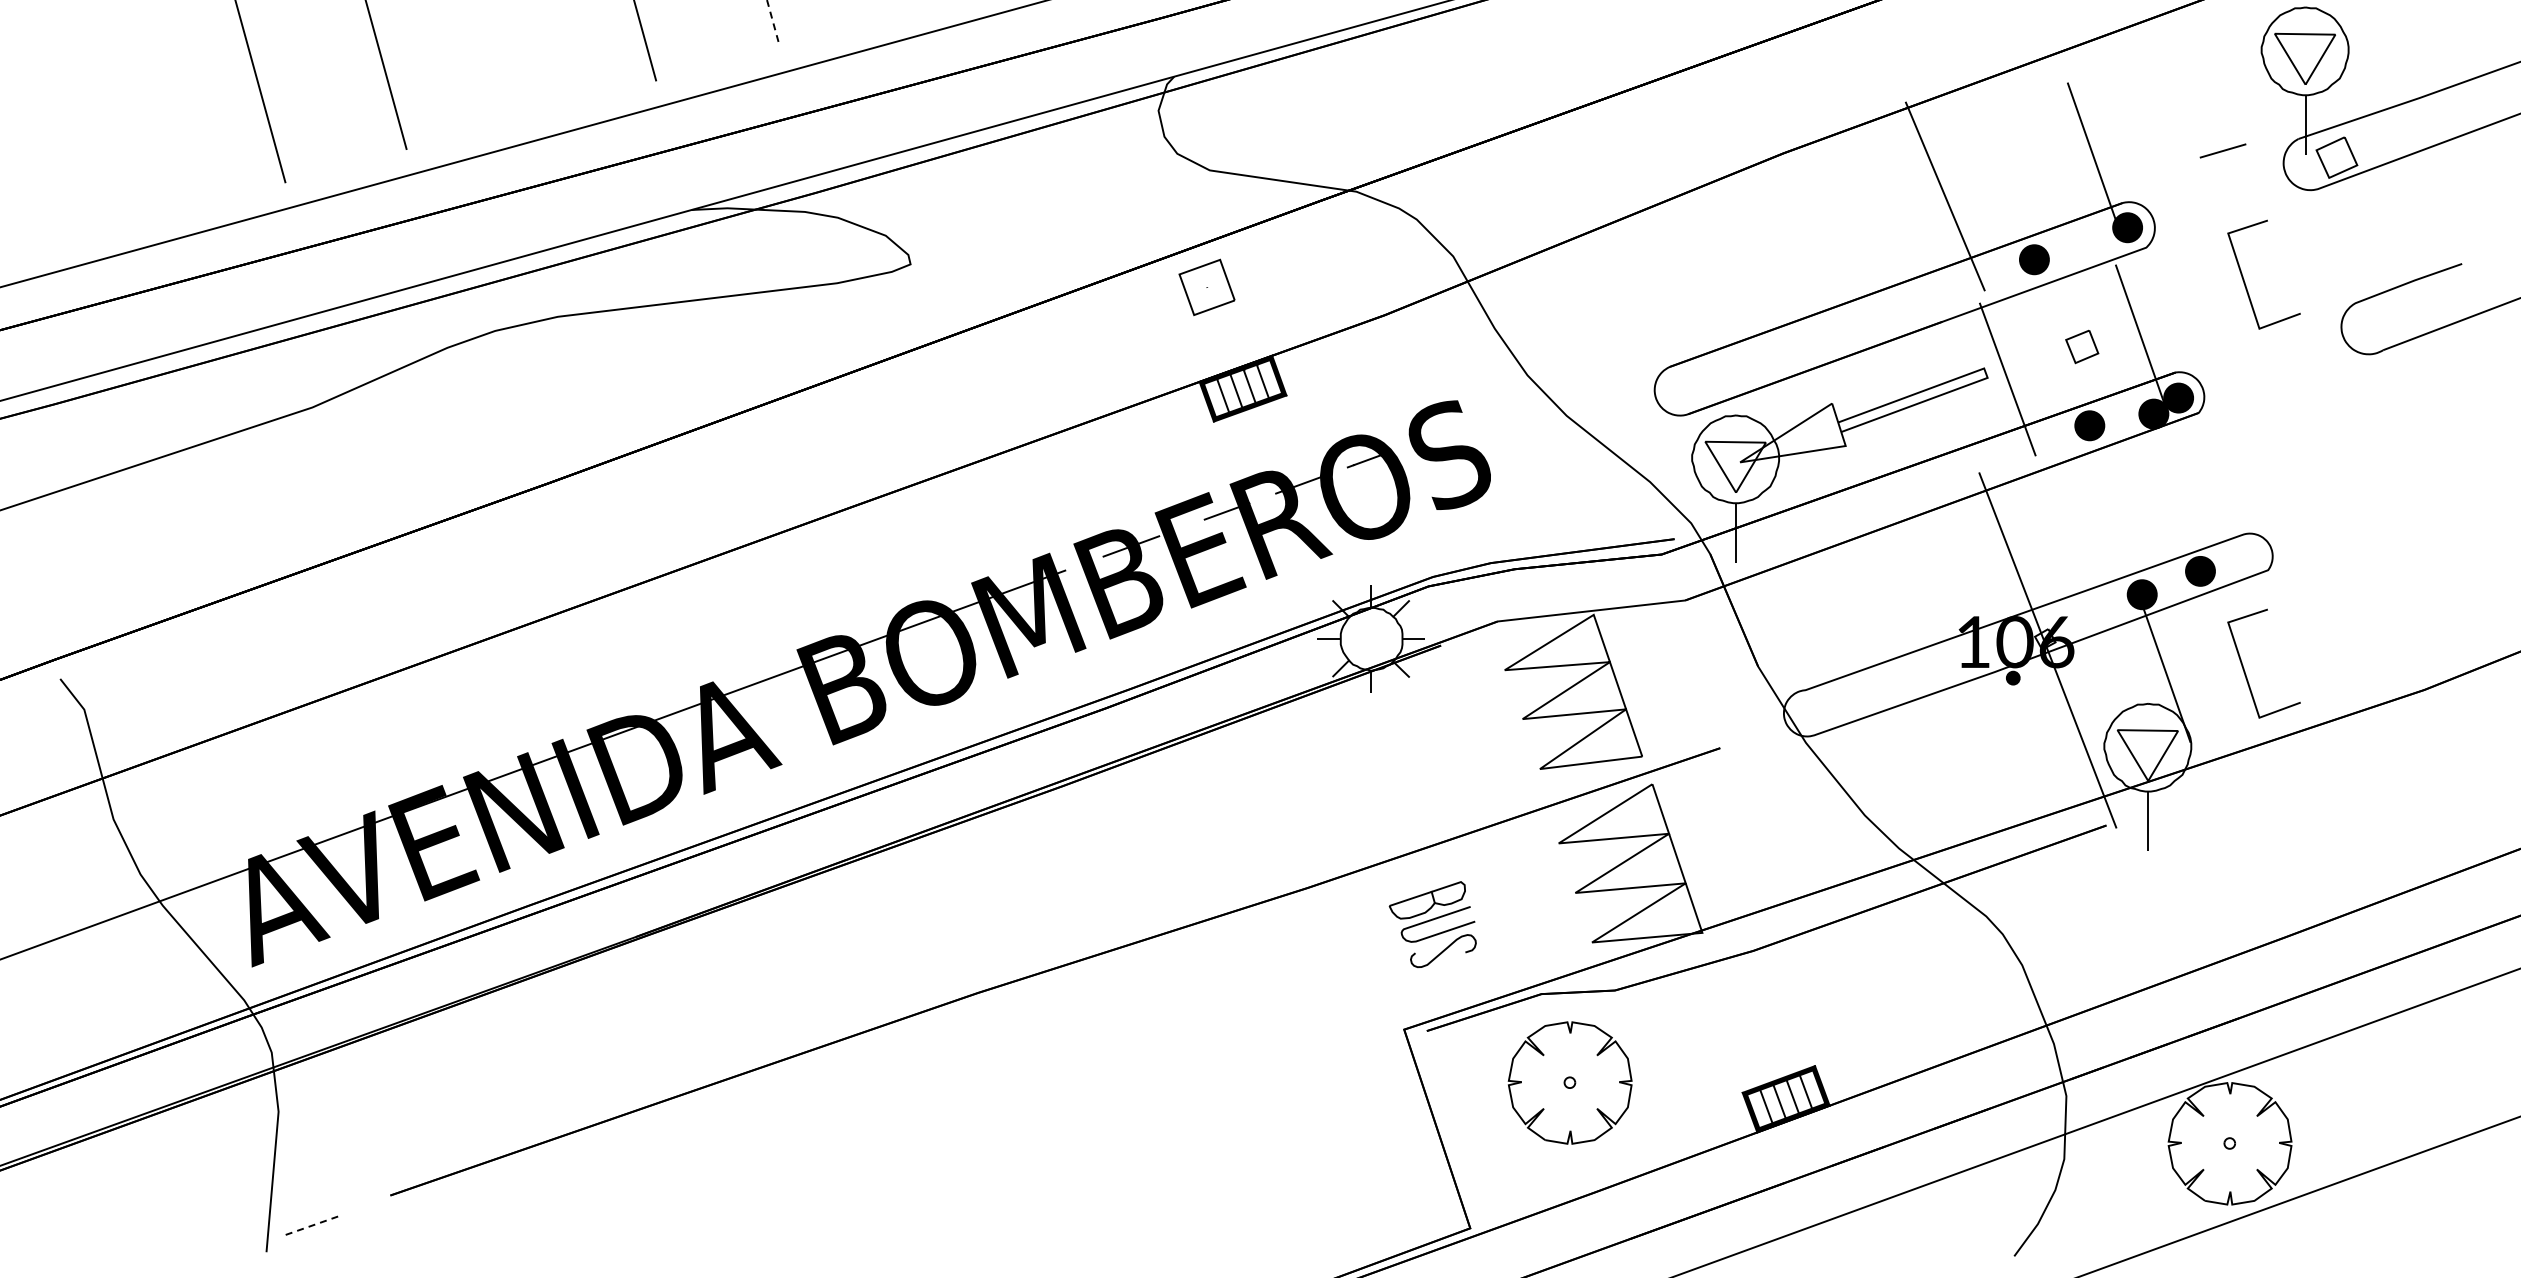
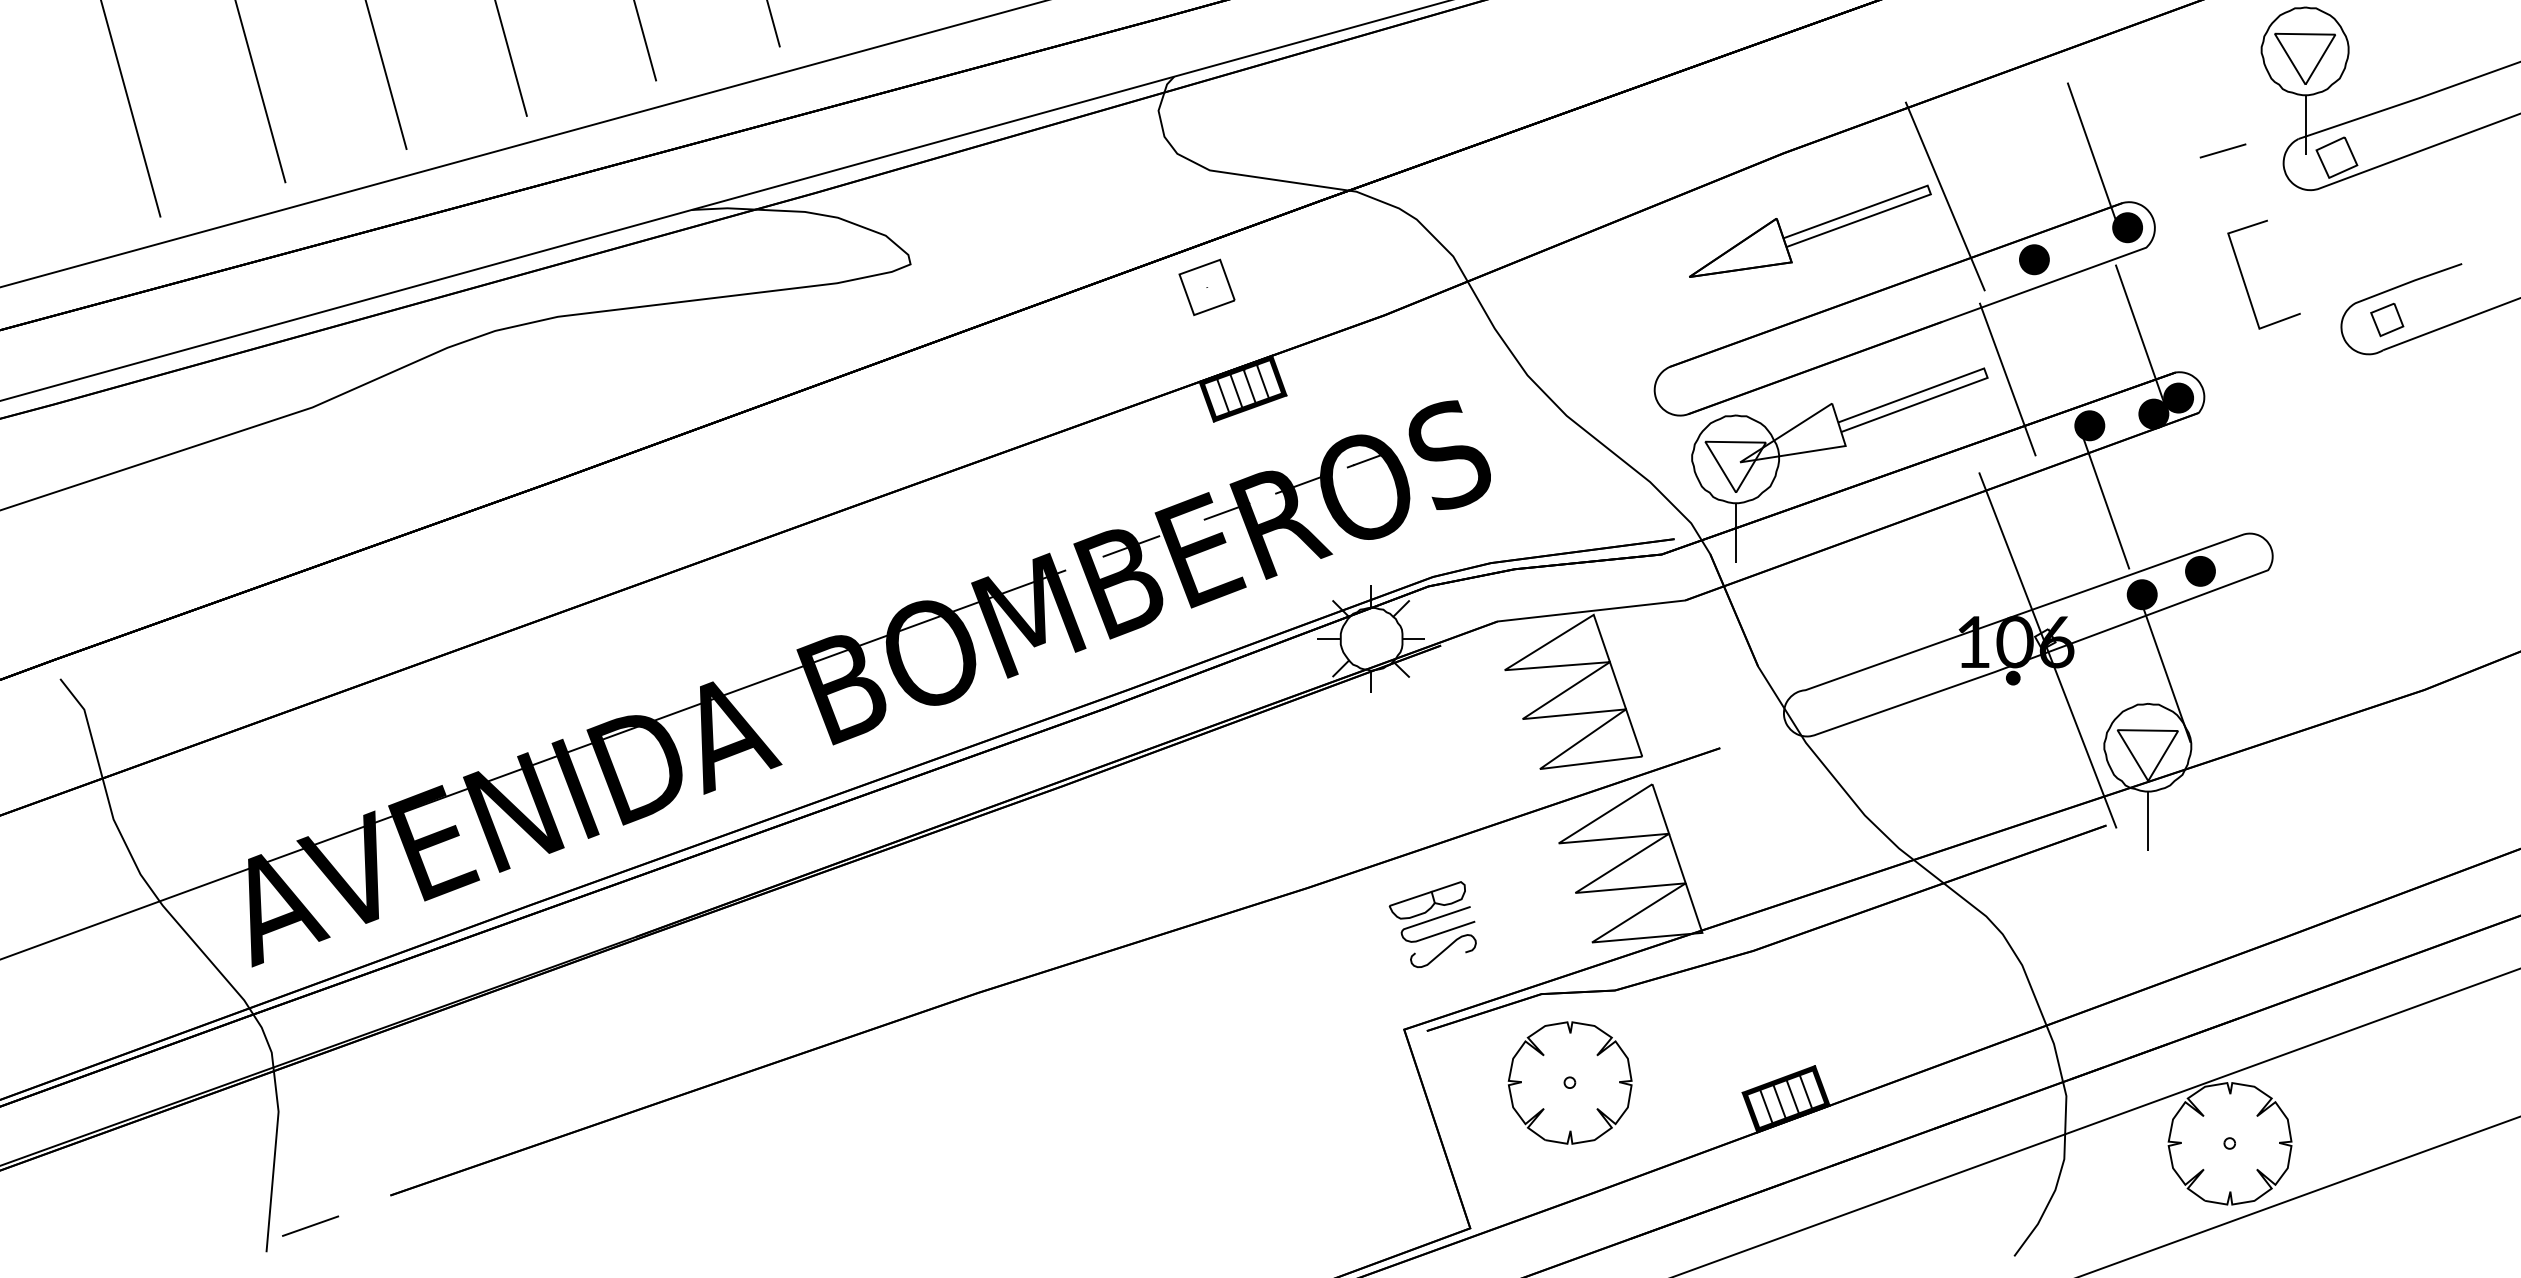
line at (773, 23): dashed -> solid
line at (510, 58): none -> present
line at (130, 109): none -> present
part at (1810, 230): none -> present
part at (2082, 346) position: (2082, 346) -> (2387, 319)
line at (2104, 497): none -> present
line at (2244, 668): present -> none
line at (310, 1226): dashed -> solid
